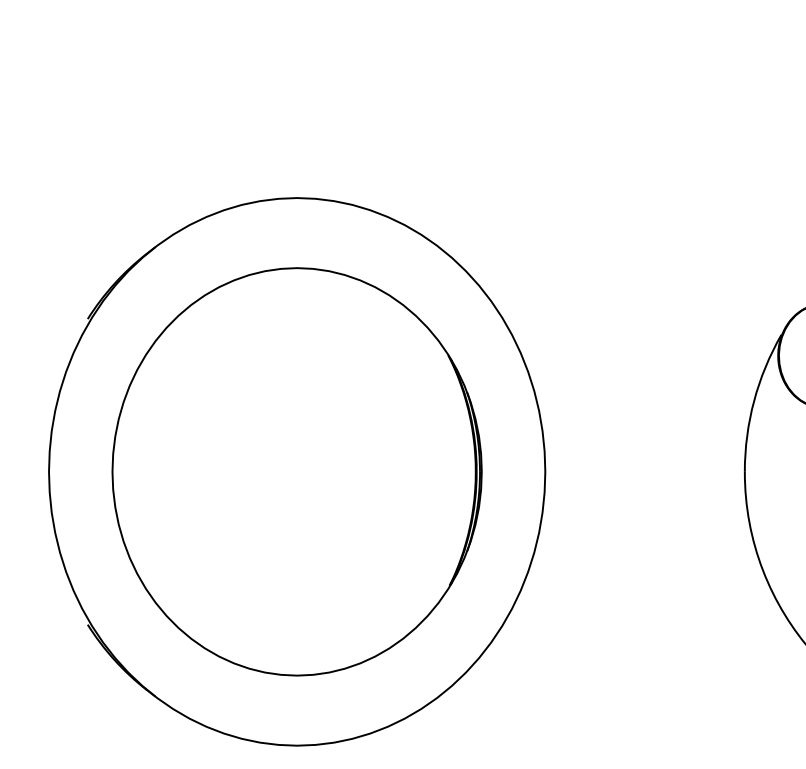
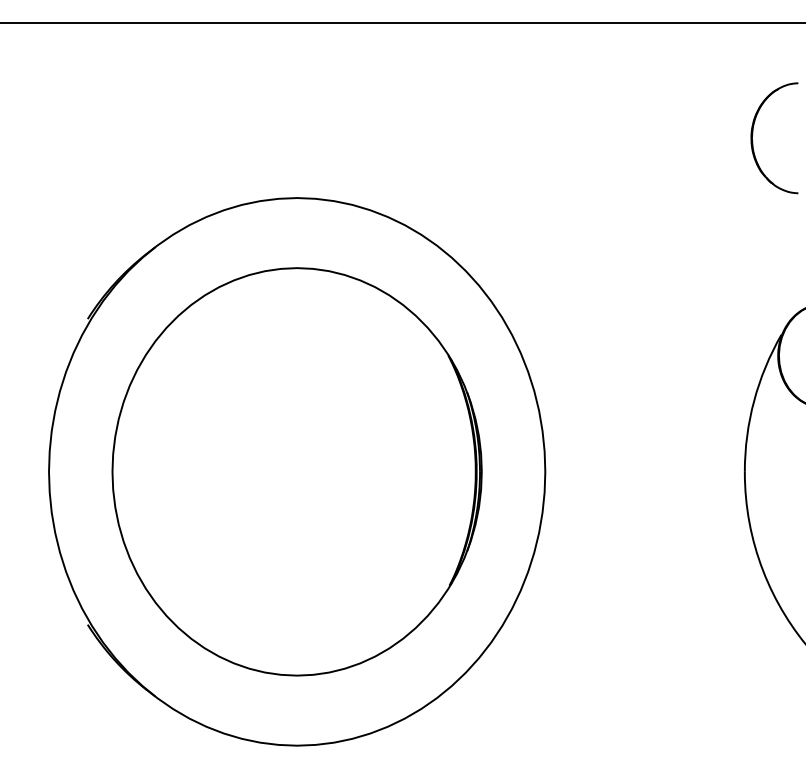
line at (402, 23): none -> present
part at (753, 134): none -> present
